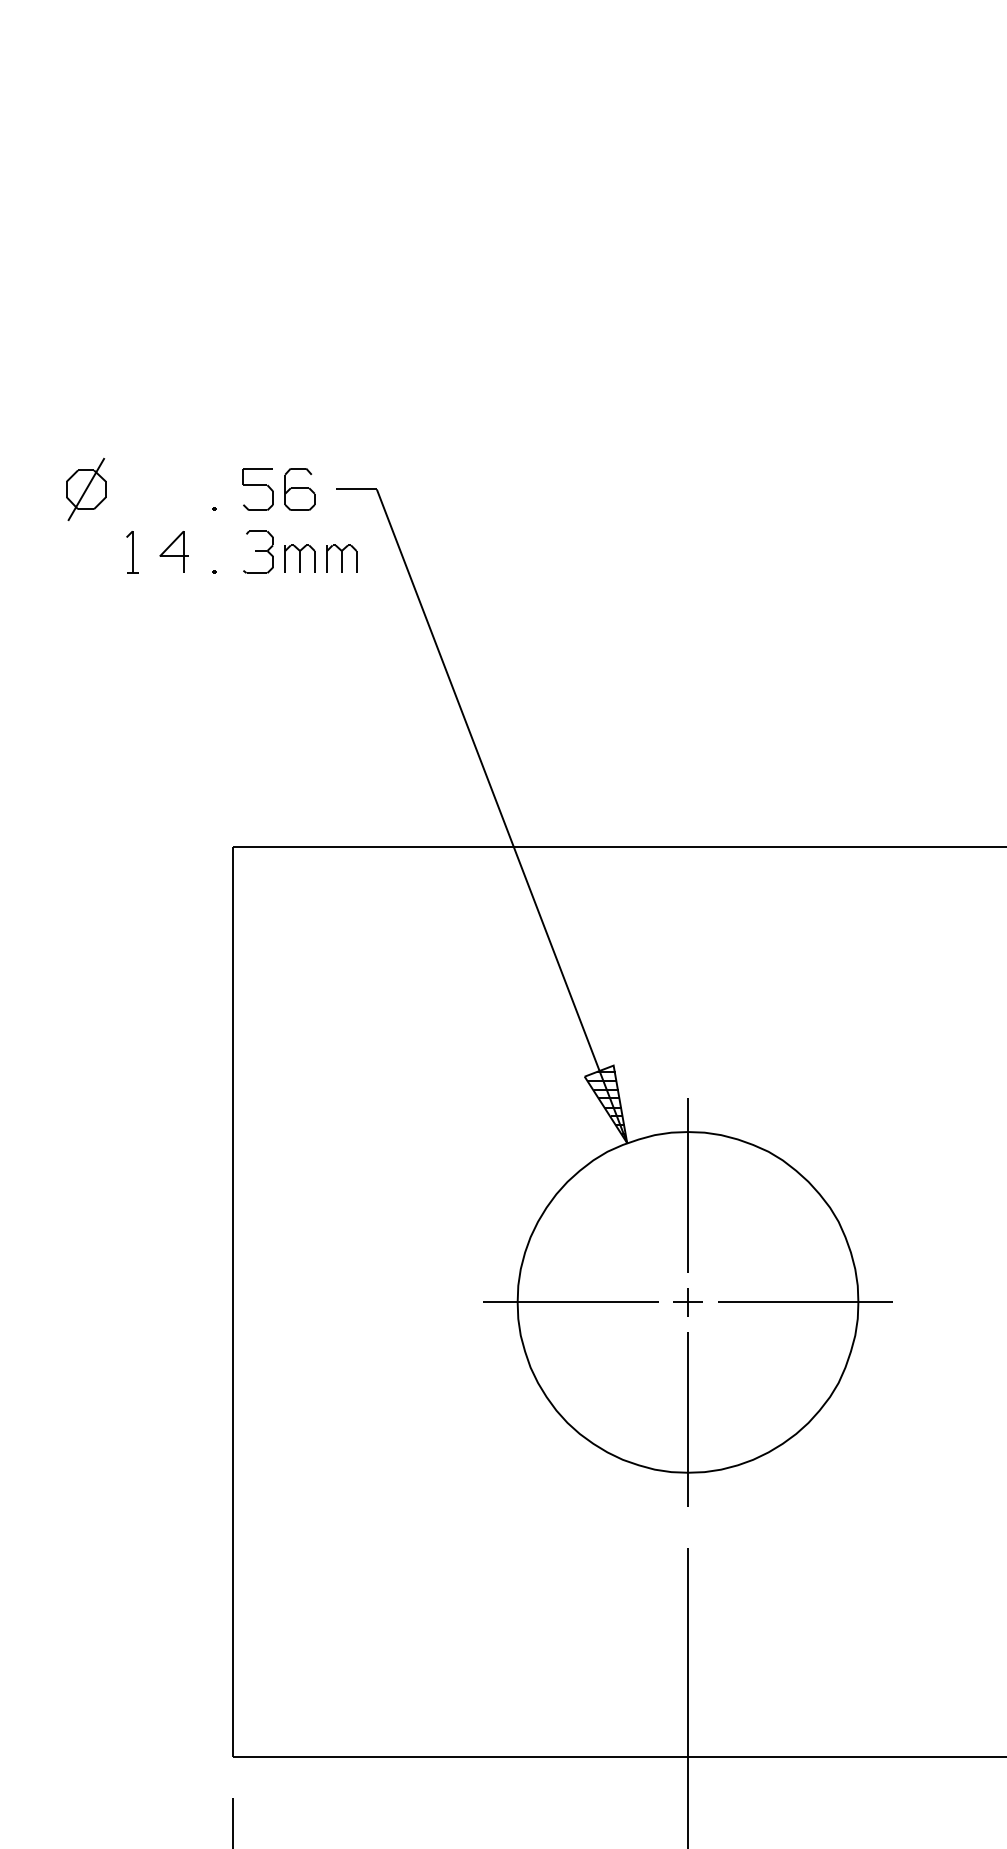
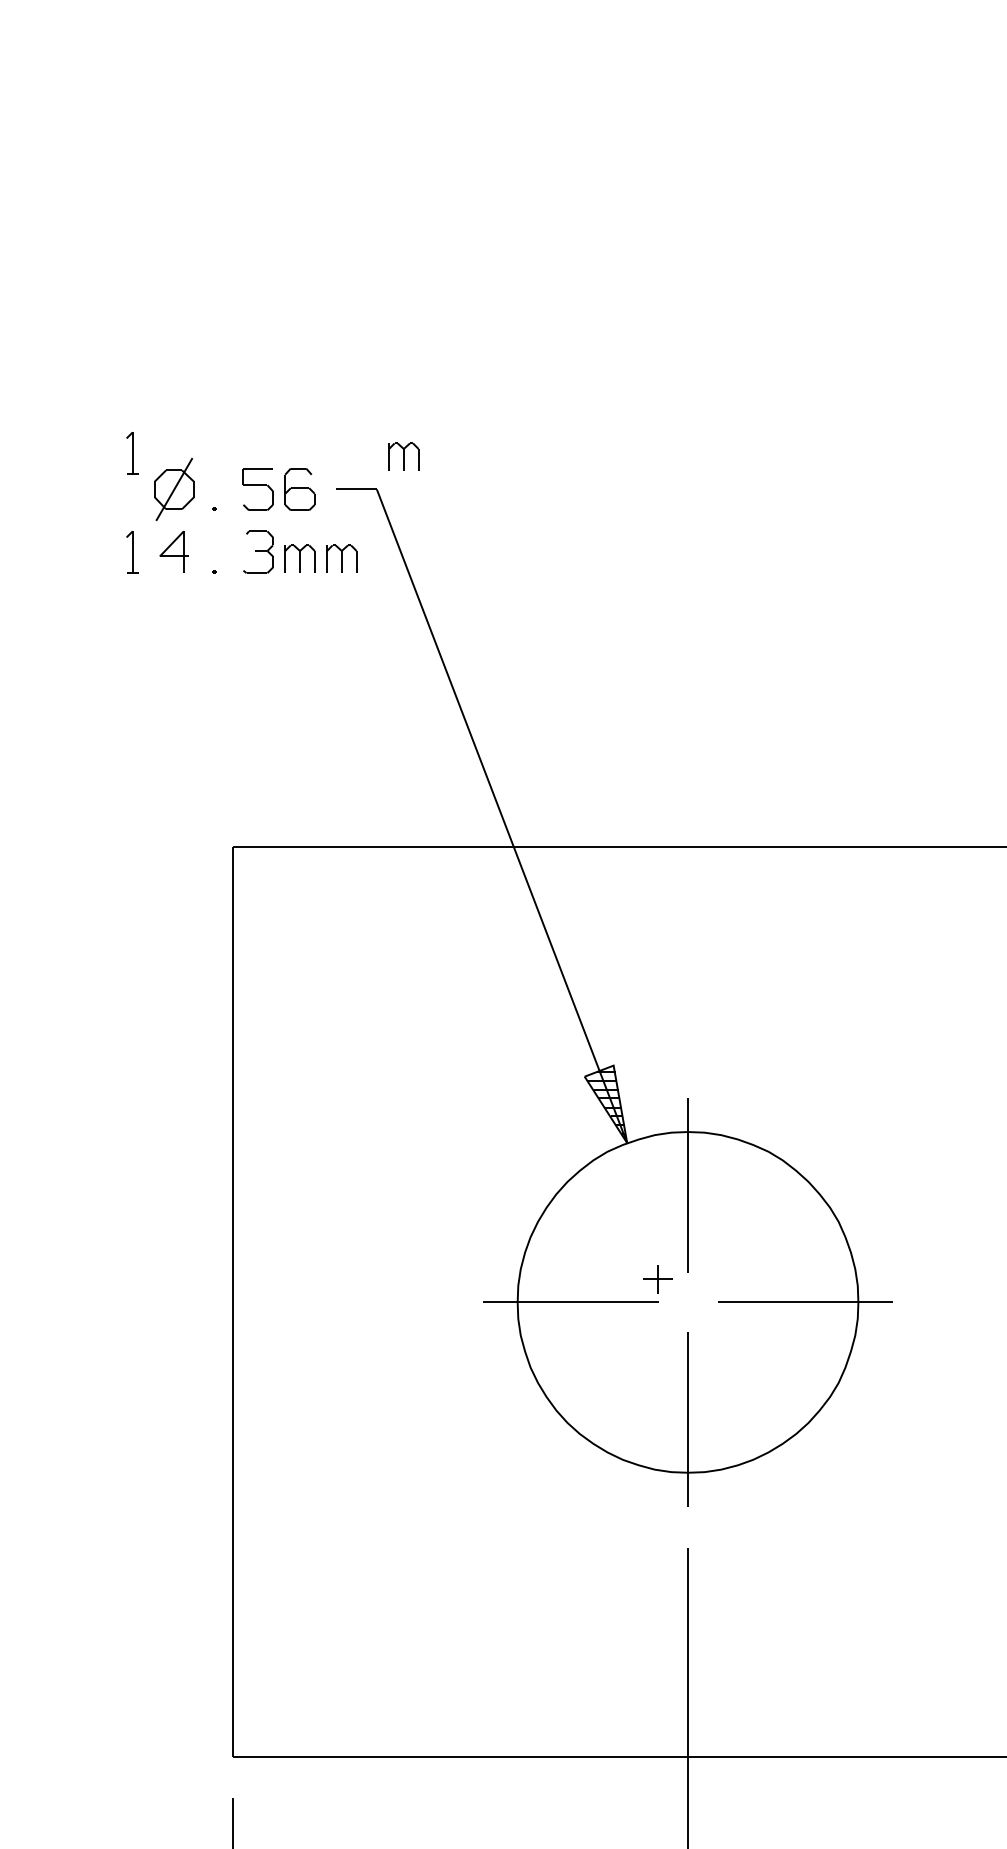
part at (132, 453): none -> present
part at (403, 456): none -> present
part at (86, 488) position: (86, 488) -> (174, 488)
part at (687, 1302) position: (687, 1302) -> (657, 1279)
